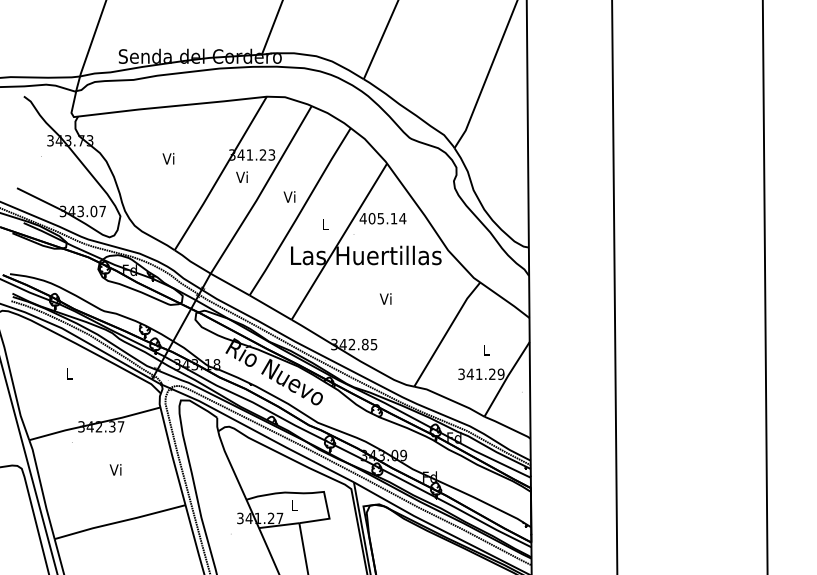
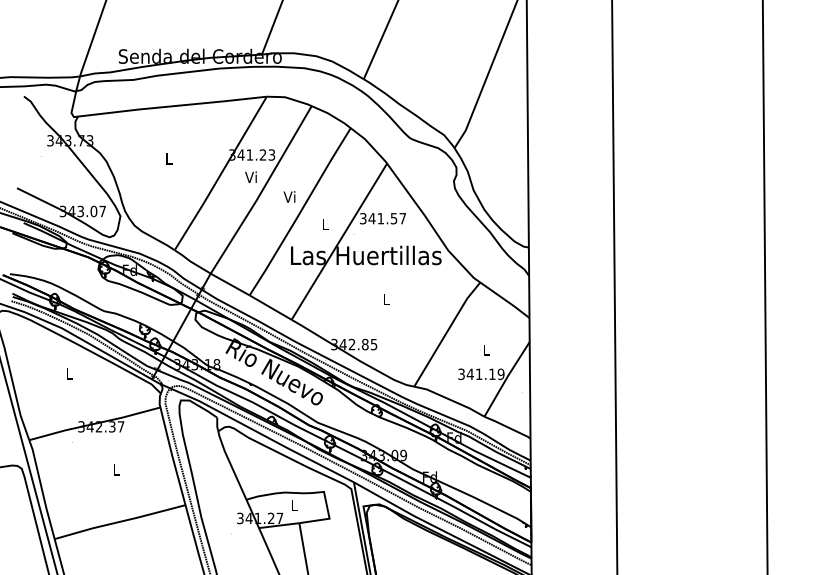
text at (168, 158): Vi -> L
text at (241, 176) position: (241, 176) -> (250, 176)
text at (382, 218): 405.14 -> 341.57
text at (385, 298): Vi -> L
text at (492, 373): 341.29 -> 341.19
text at (115, 469): Vi -> L
